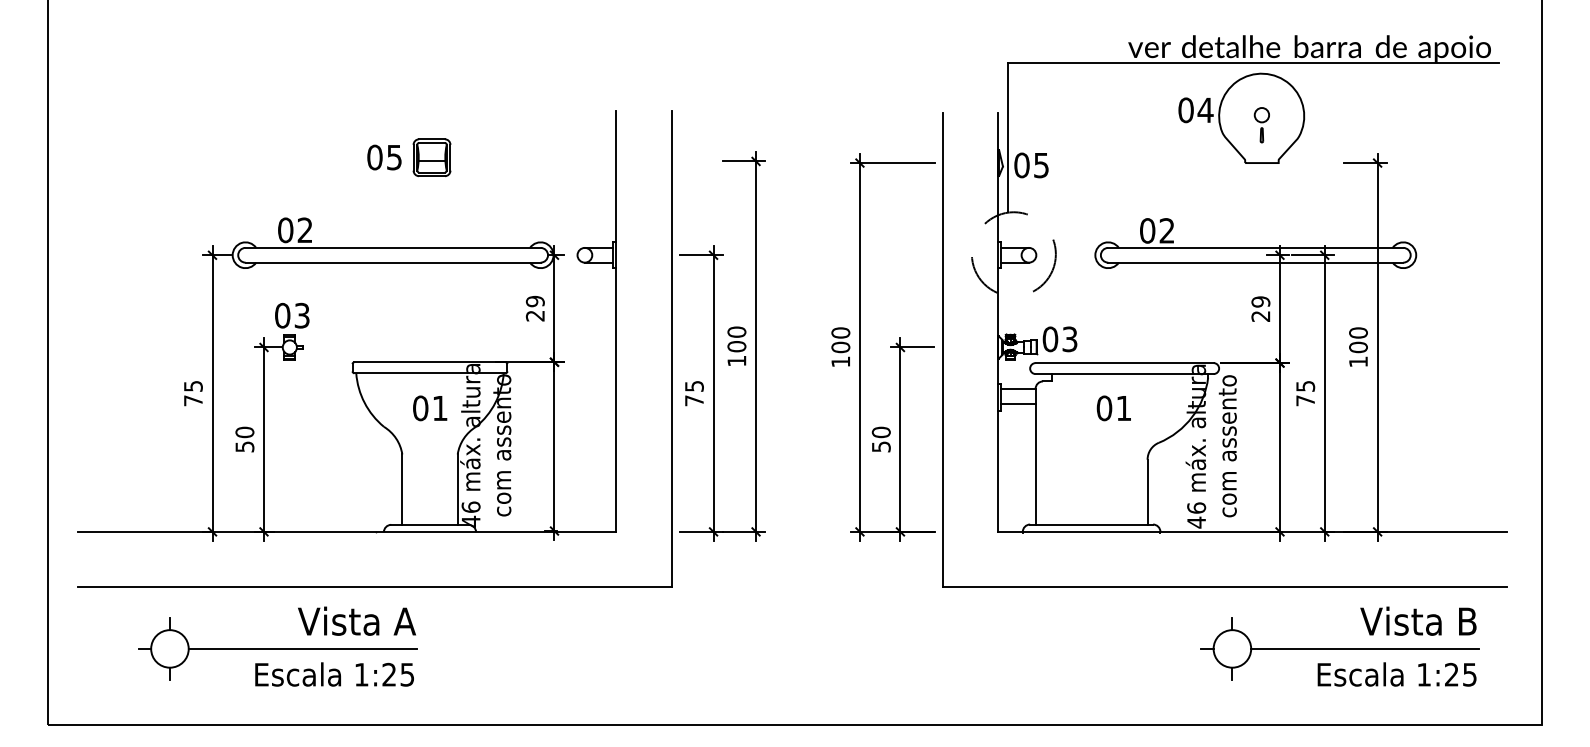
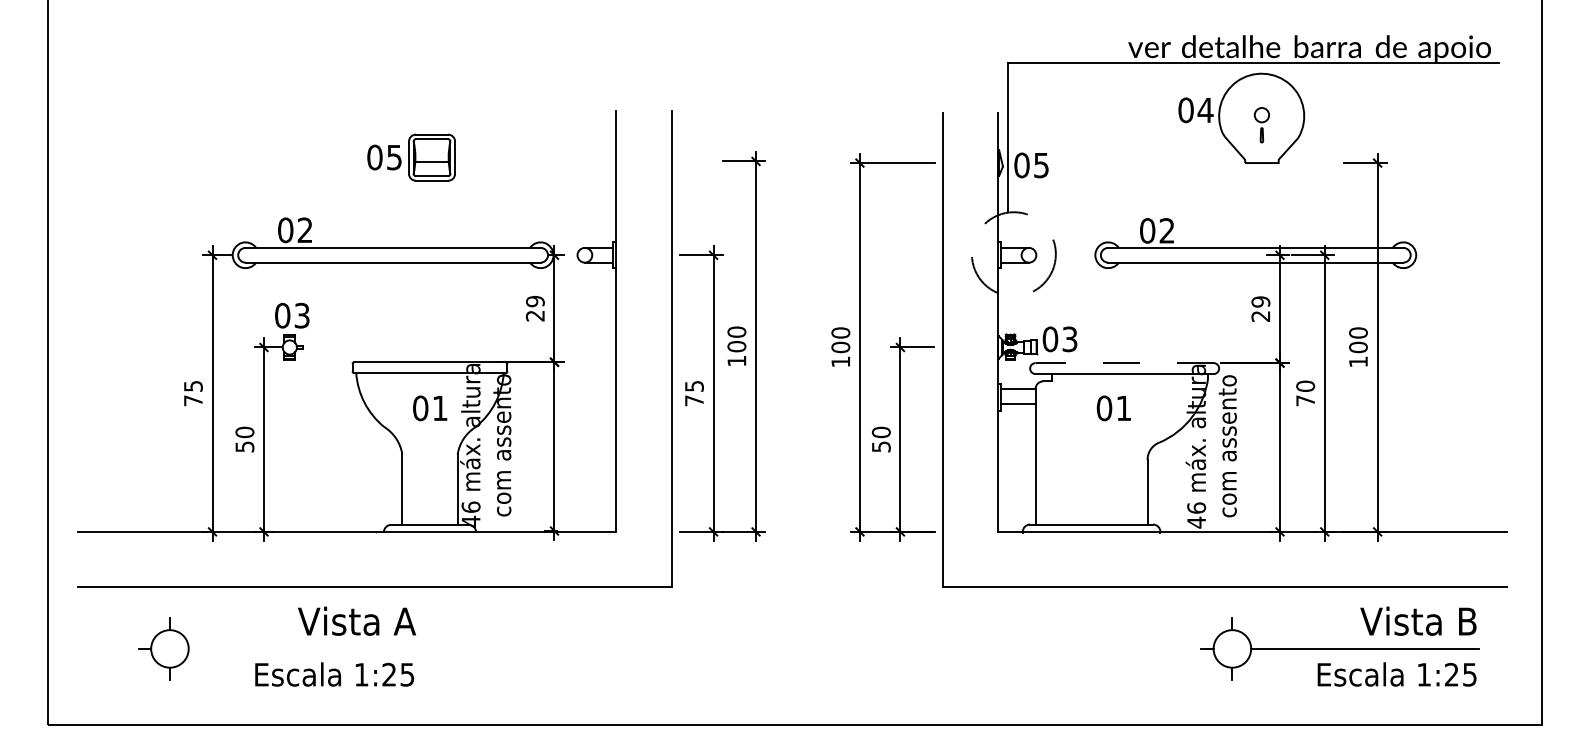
part at (431, 157) size: 40x40 px -> 48x49 px
line at (1124, 363): solid -> dashed
text at (1305, 385): 75 -> 70
line at (302, 648): present -> none
